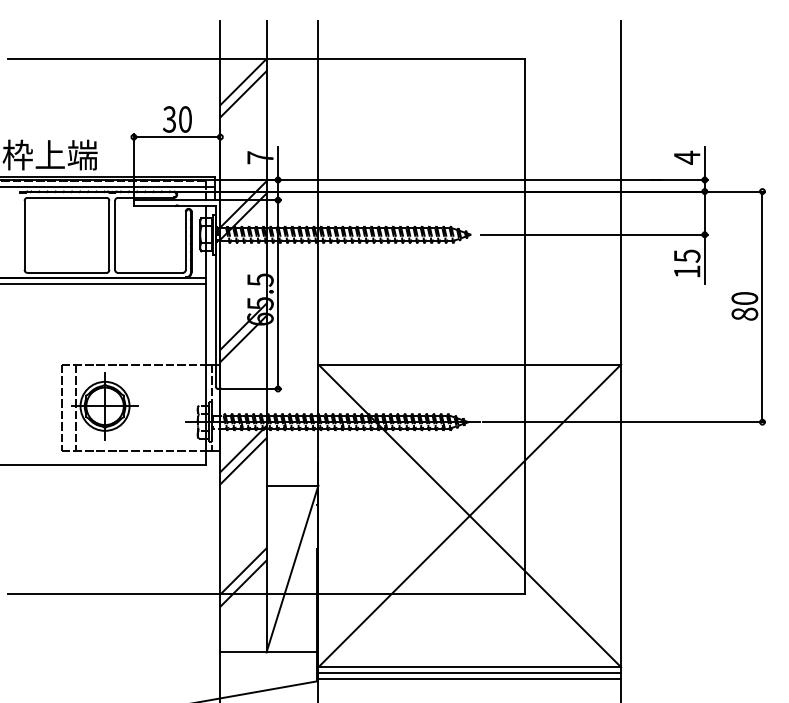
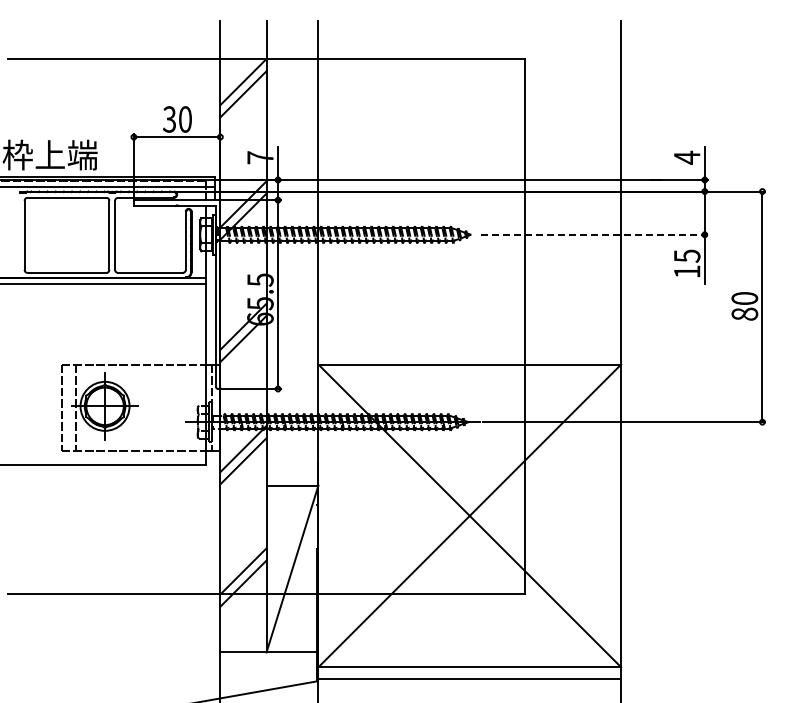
line at (594, 234): solid -> dashed
line at (469, 673): present -> none
